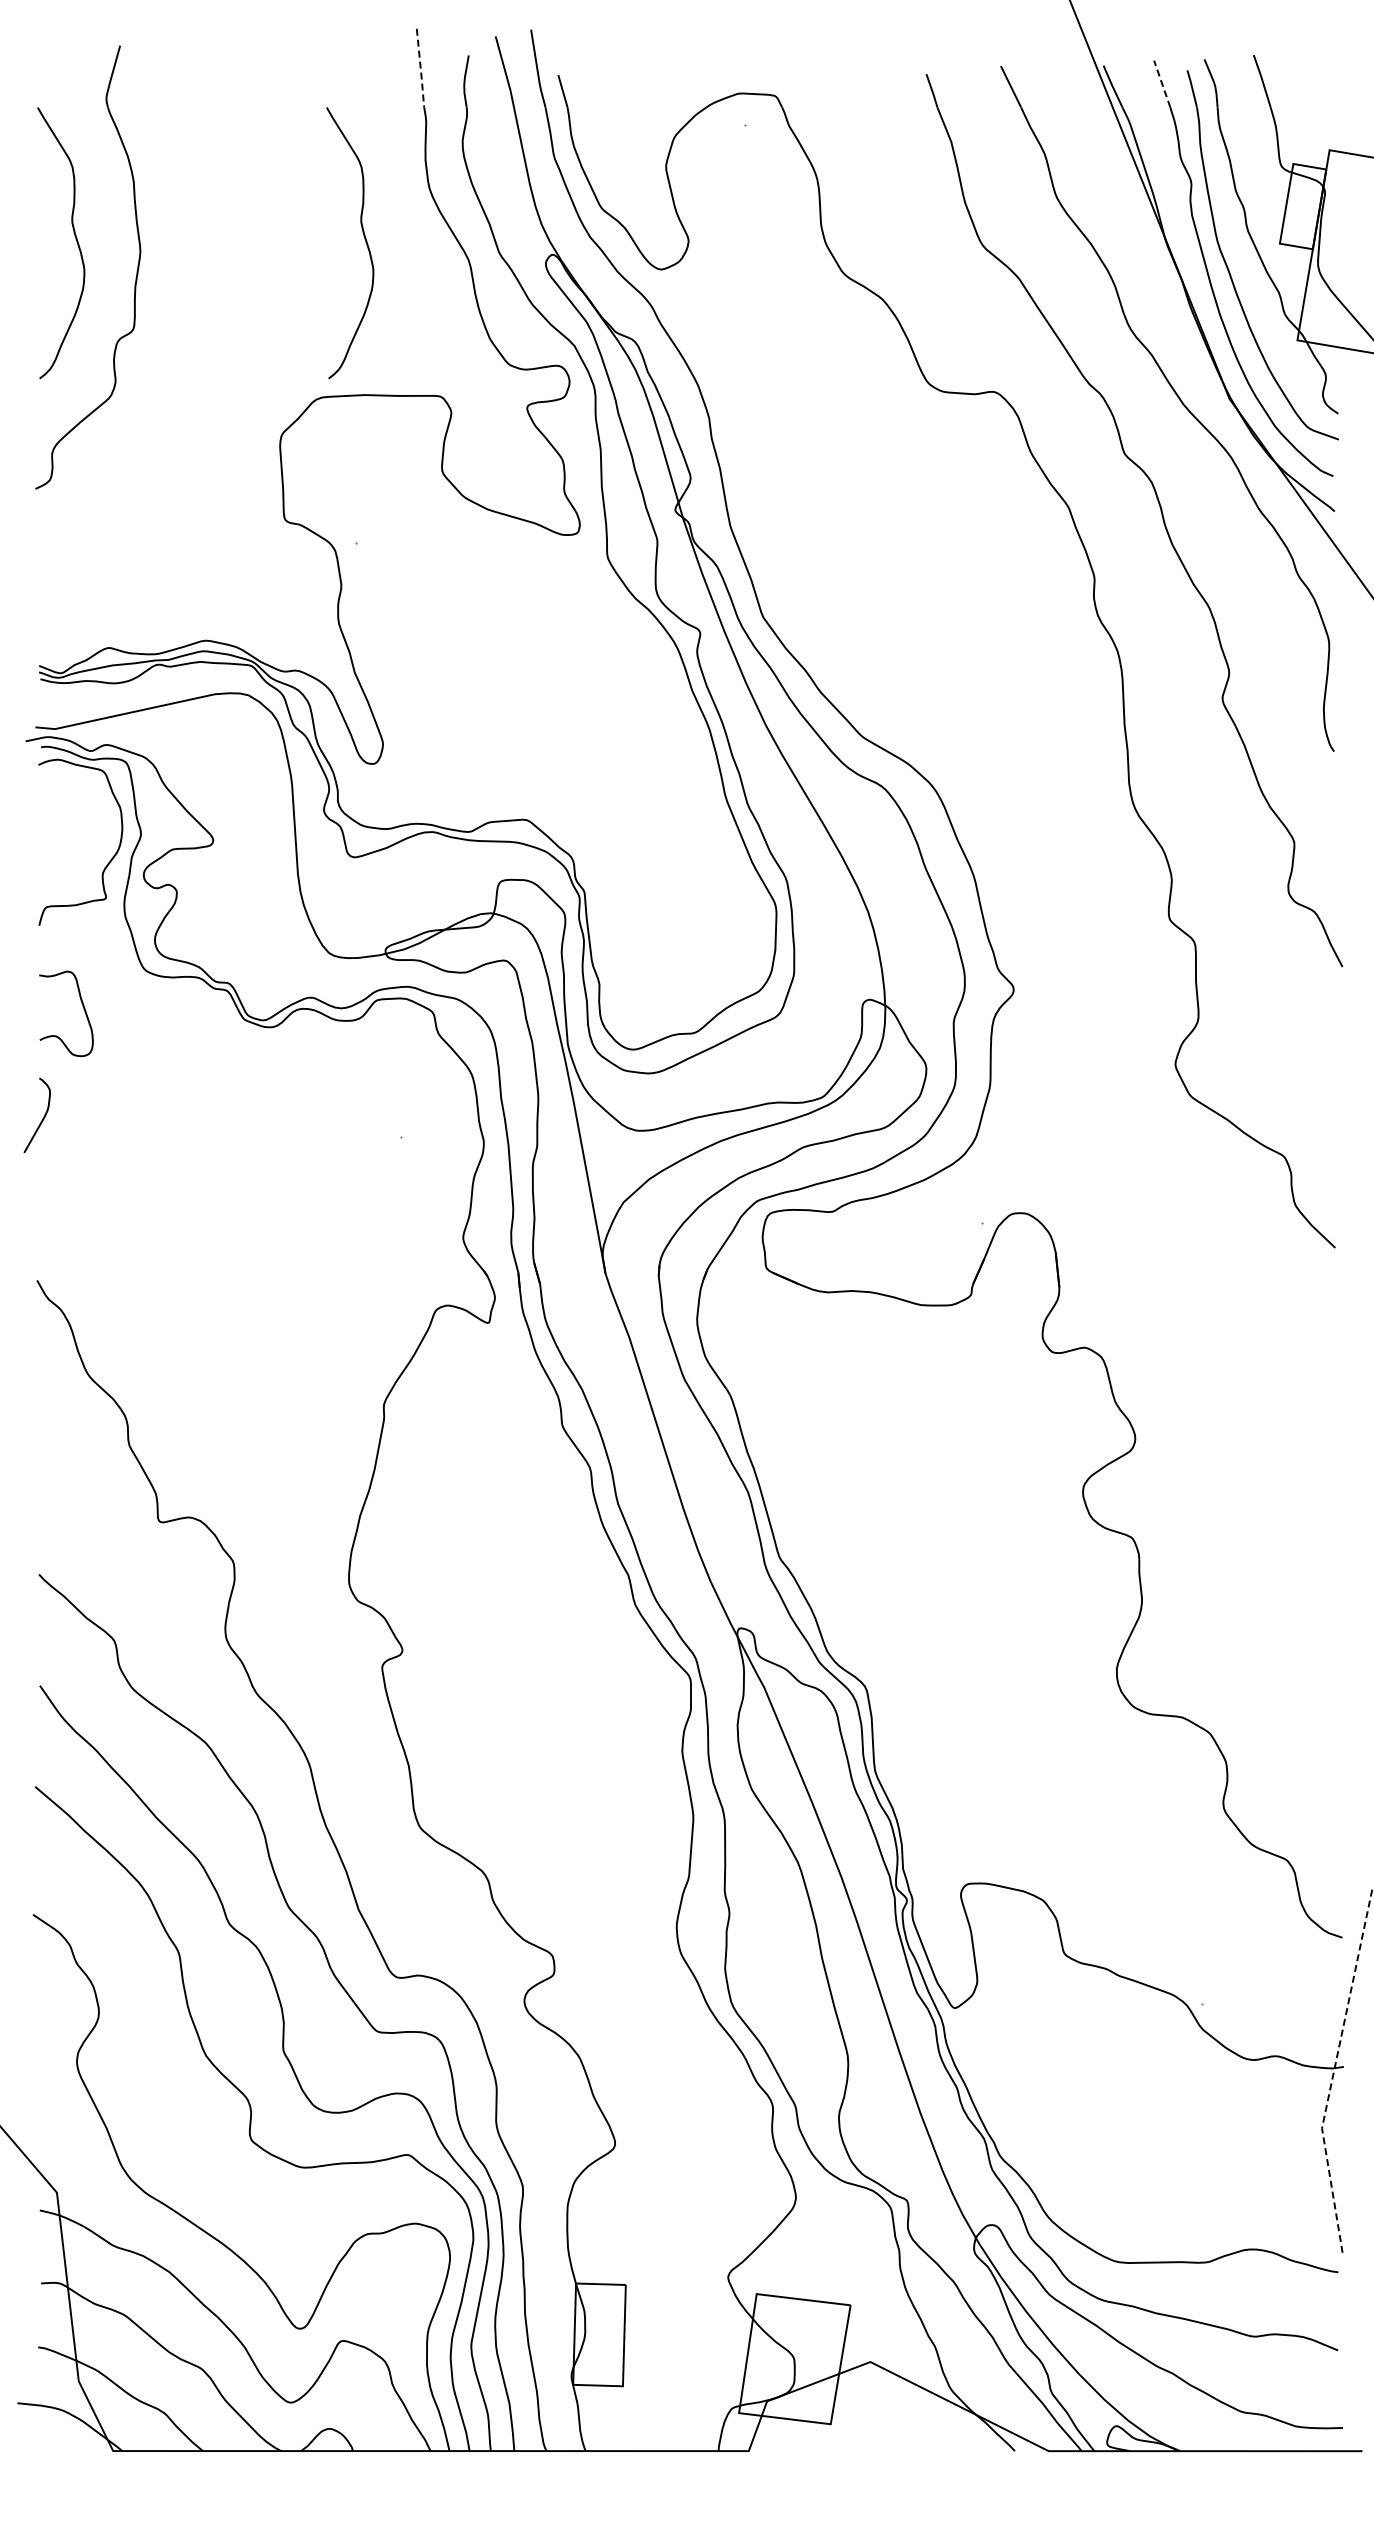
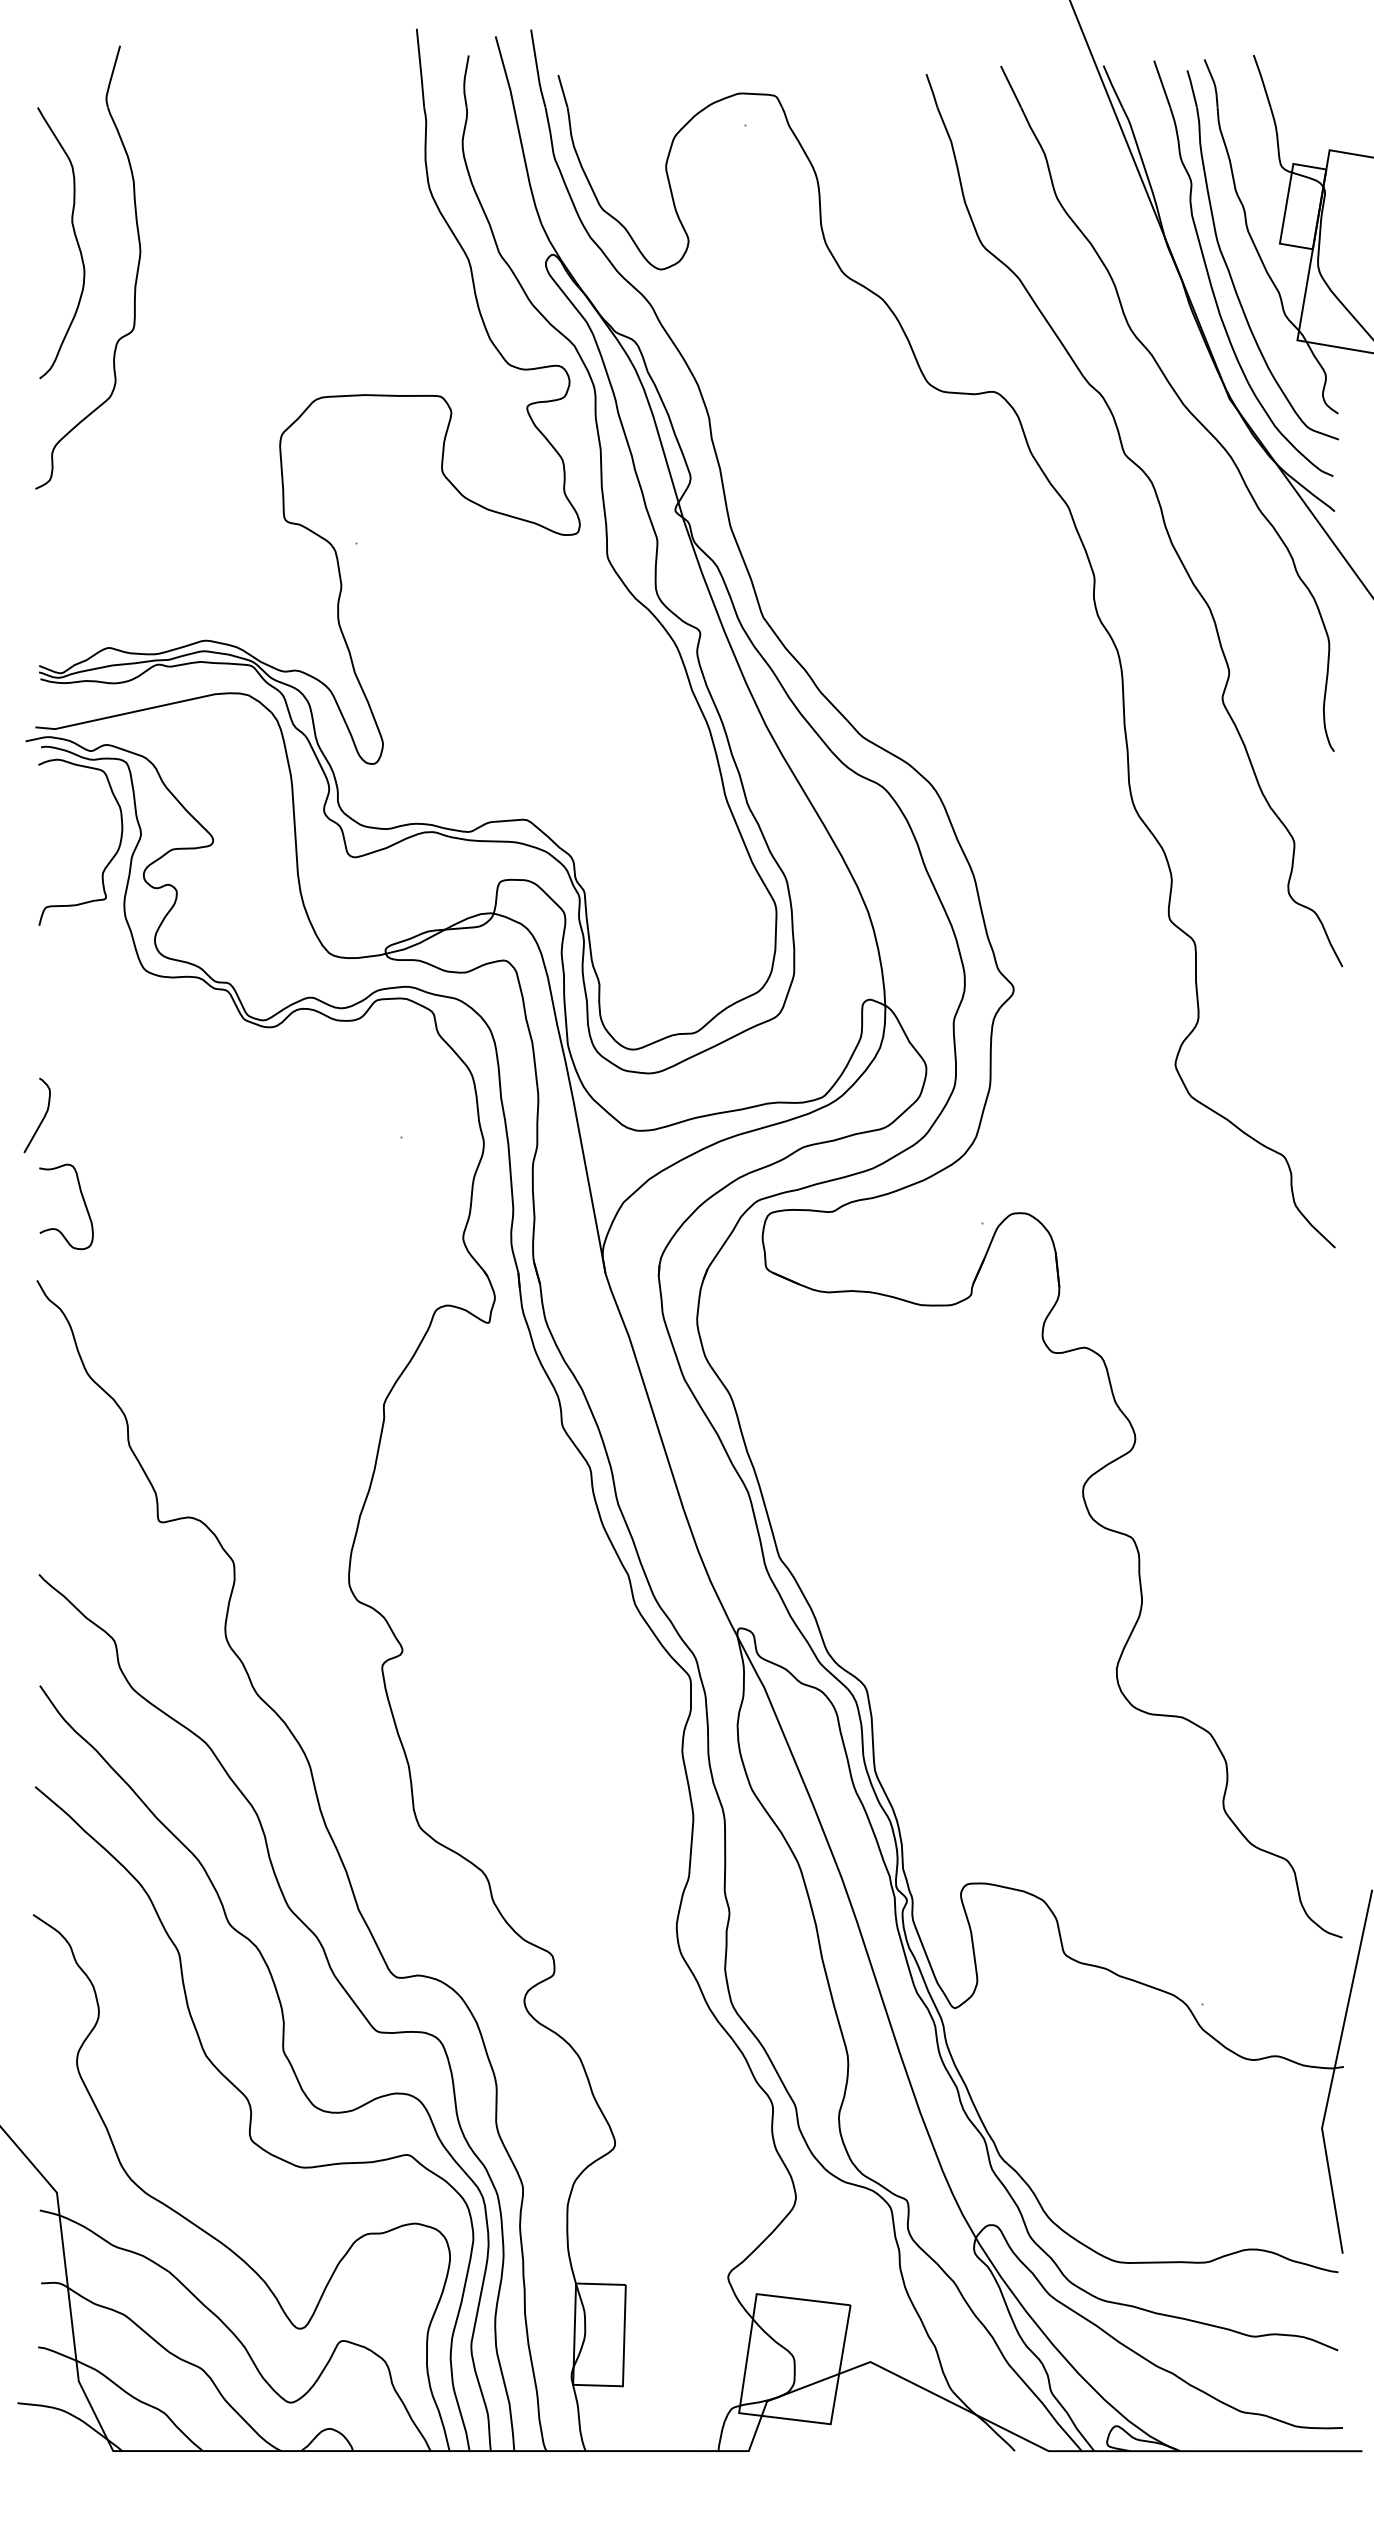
line at (420, 68): dashed -> solid
line at (1162, 84): dashed -> solid
curve at (364, 239): present -> none
curve at (82, 1006) position: (82, 1006) -> (82, 1199)
line at (1333, 2072): dashed -> solid
